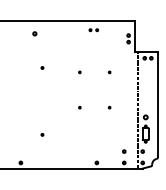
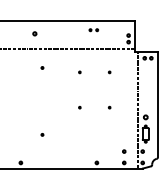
line at (68, 48): none -> present
